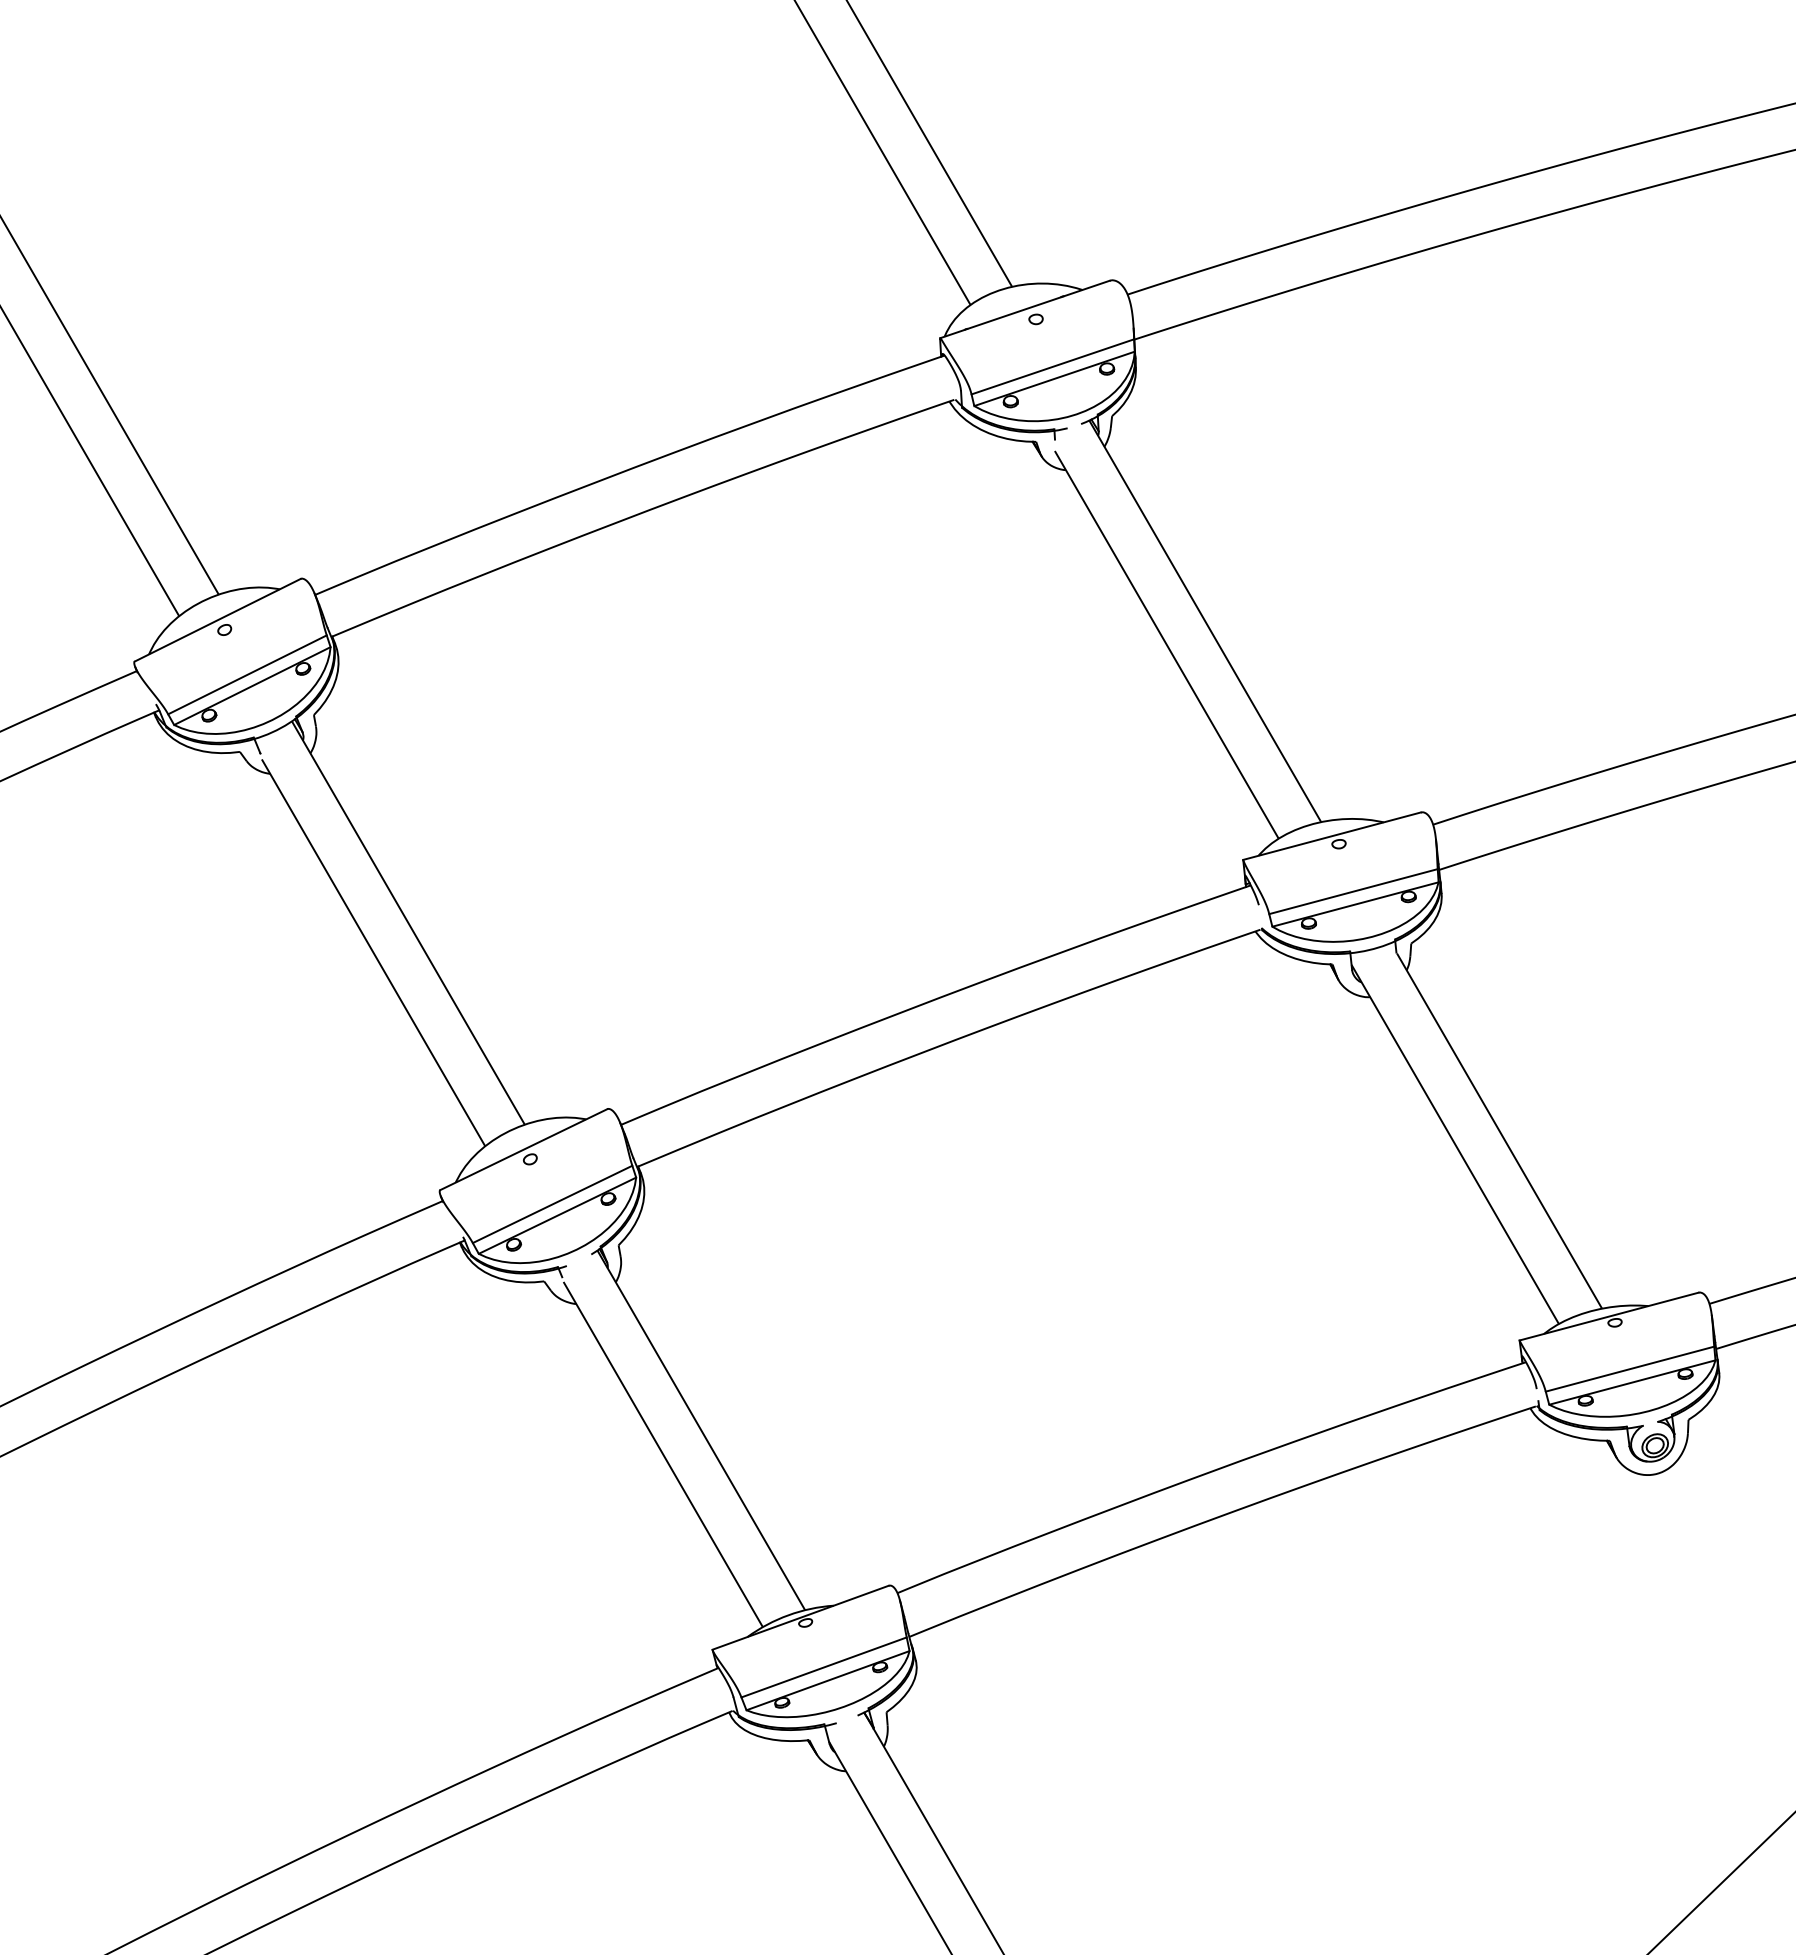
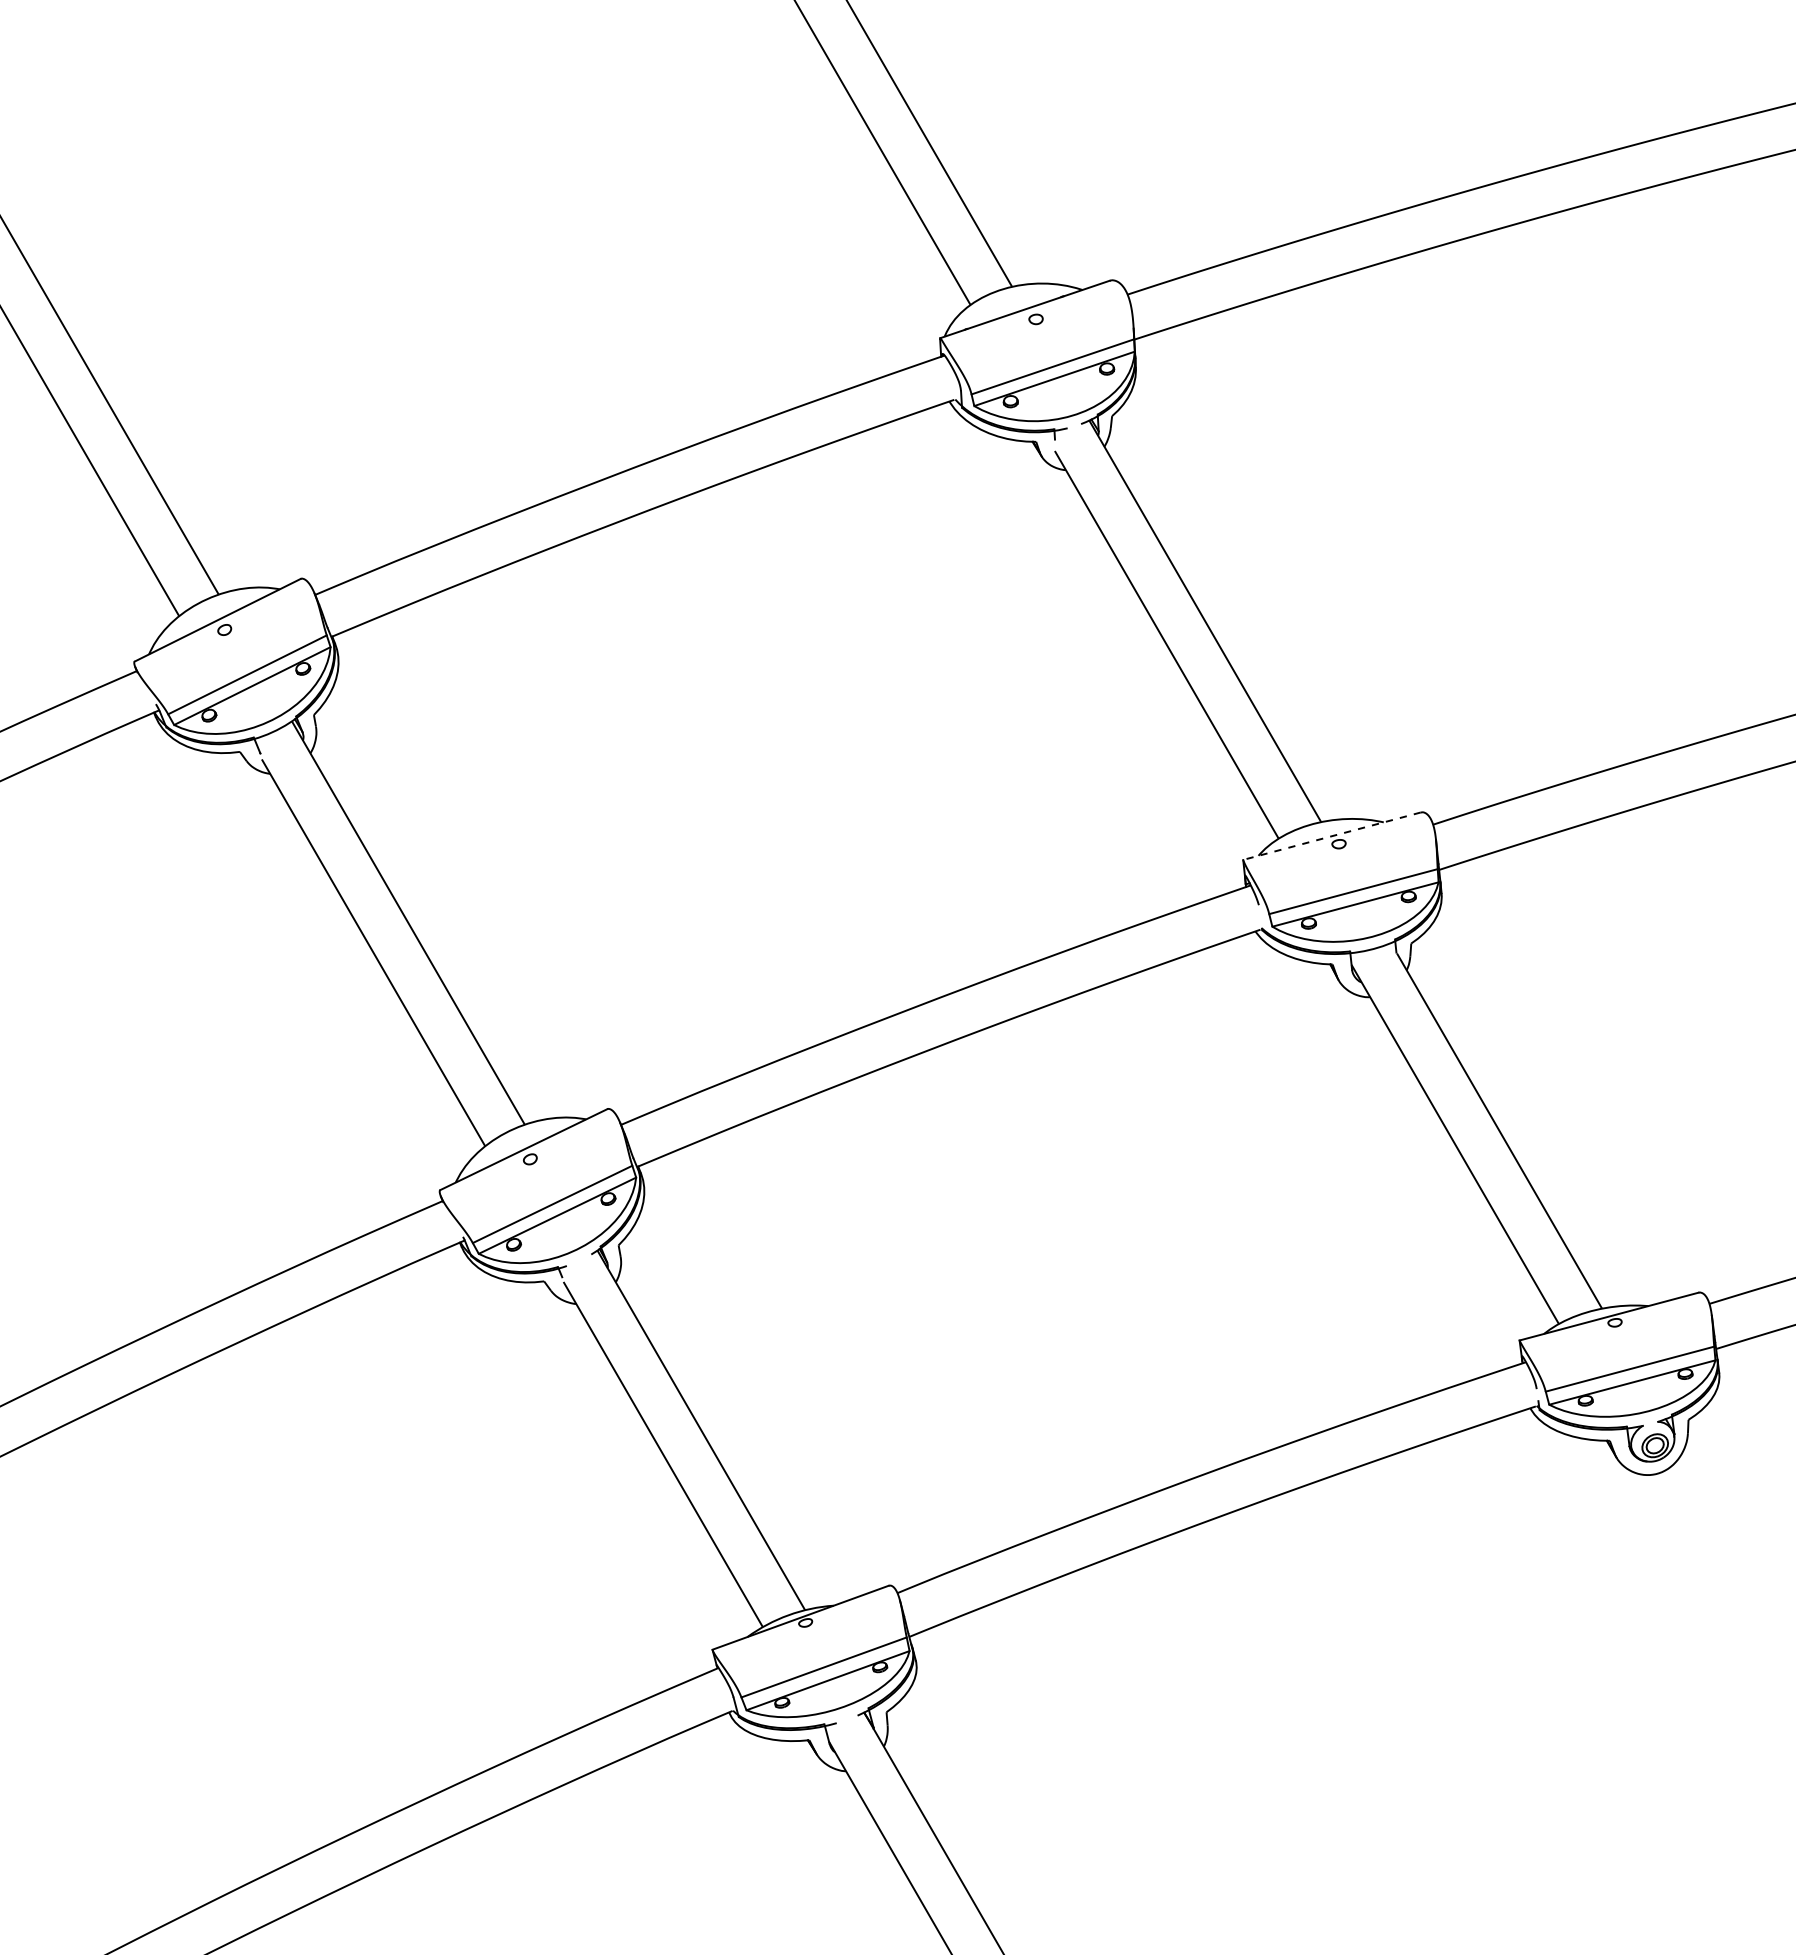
line at (1332, 836): solid -> dashed
line at (1721, 1882): present -> none
